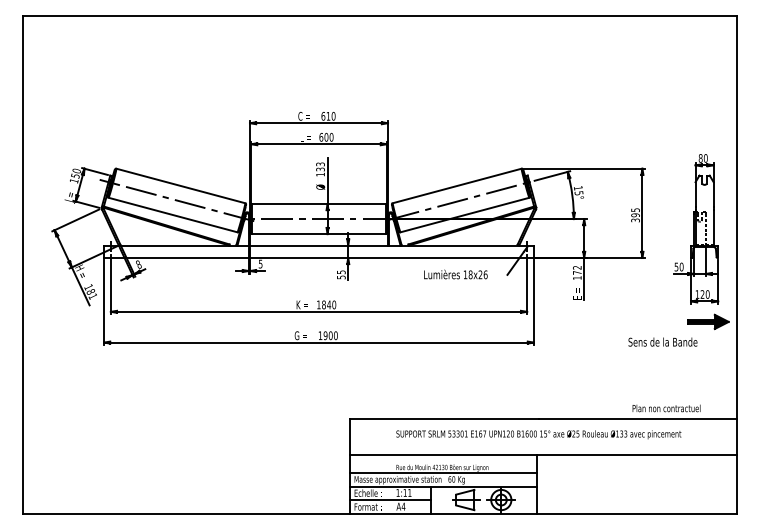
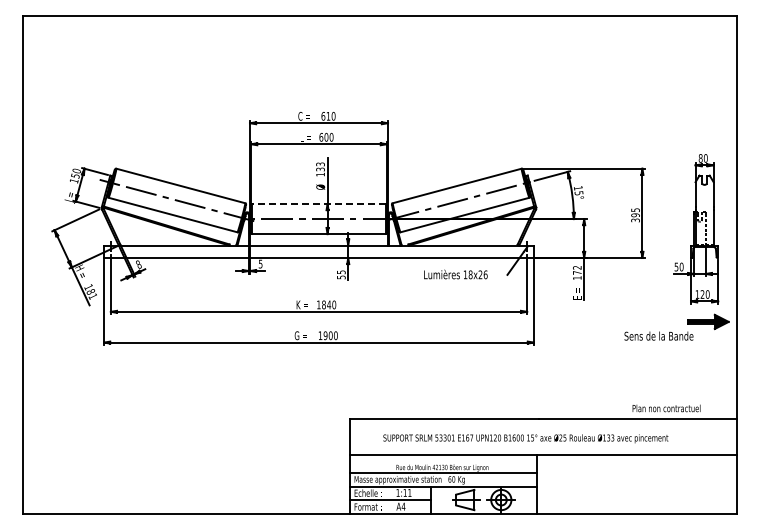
line at (319, 204): solid -> dashed
text at (662, 341) position: (662, 341) -> (658, 335)
text at (538, 434) position: (538, 434) -> (525, 438)
